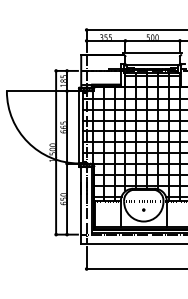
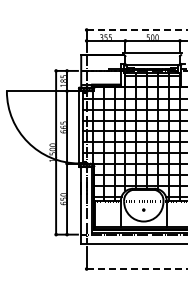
line at (137, 29): solid -> dashed
line at (137, 269): solid -> dashed
